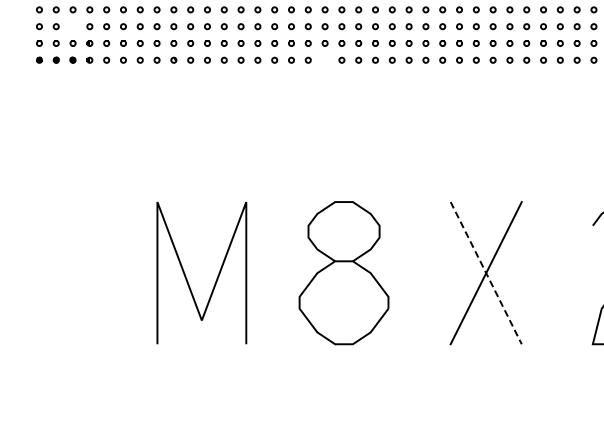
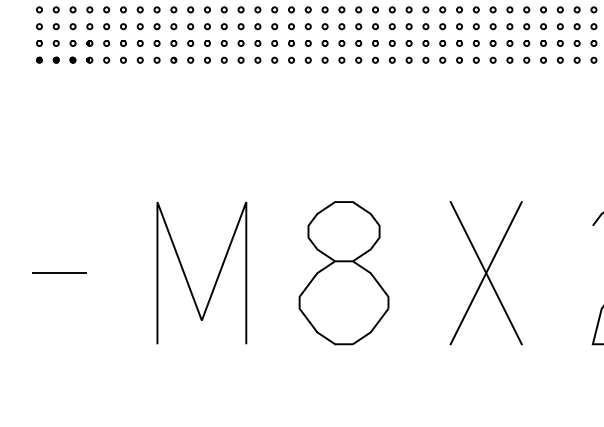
circle at (72, 26): none -> present
circle at (324, 59): none -> present
line at (59, 273): none -> present
line at (486, 273): dashed -> solid
